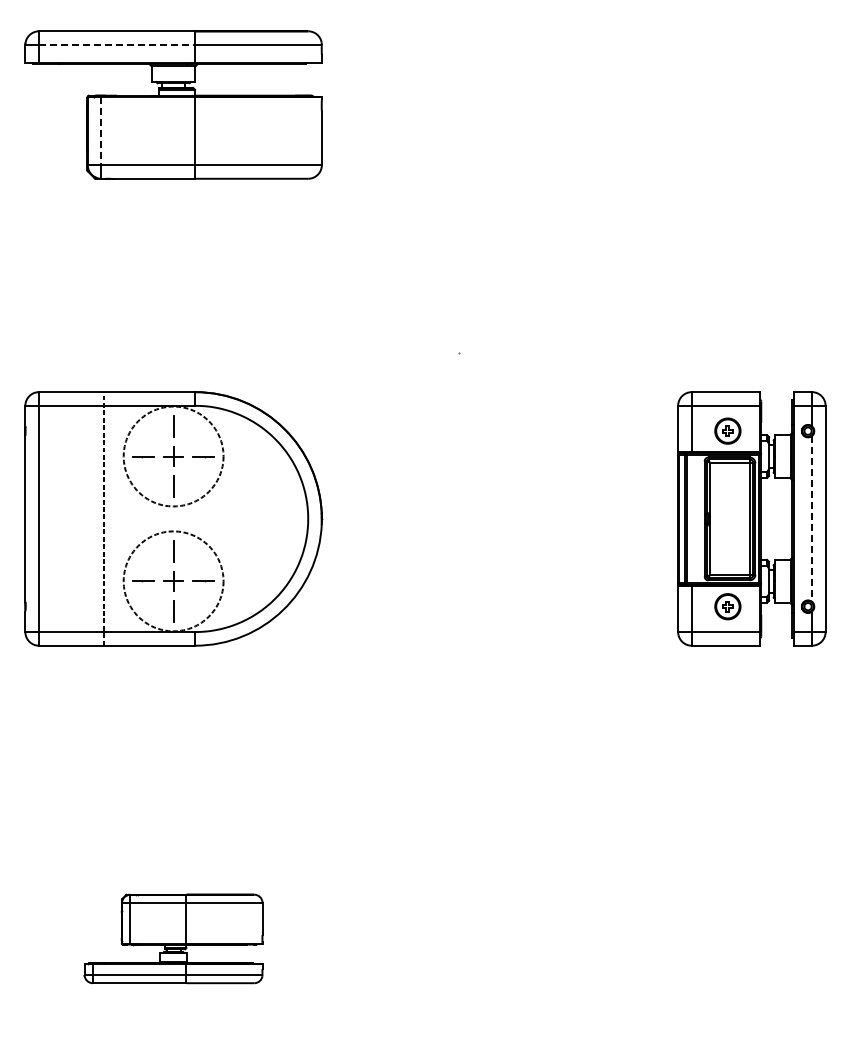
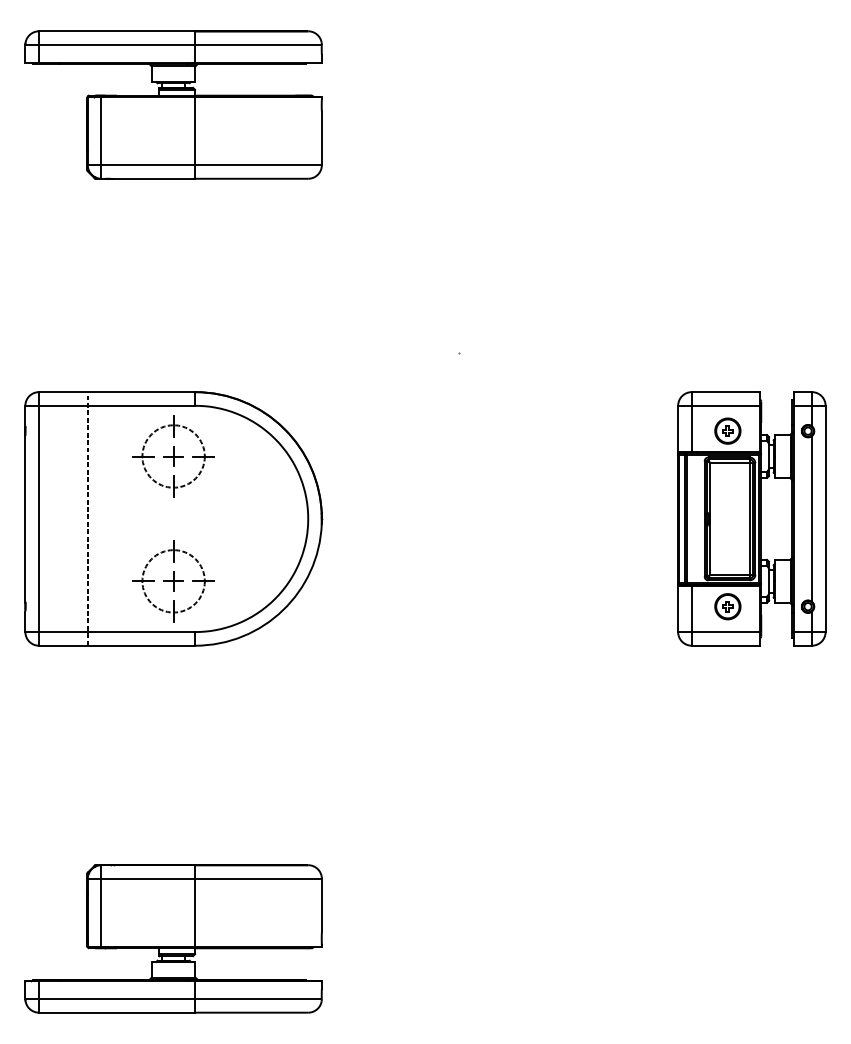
line at (117, 44): dashed -> solid
line at (101, 131): dashed -> solid
circle at (173, 456) diameter: 100 px -> 62 px
line at (103, 518) position: (103, 518) -> (87, 518)
line at (811, 518): dashed -> solid
circle at (173, 581) diameter: 100 px -> 62 px
part at (173, 938) size: 181x92 px -> 299x150 px
